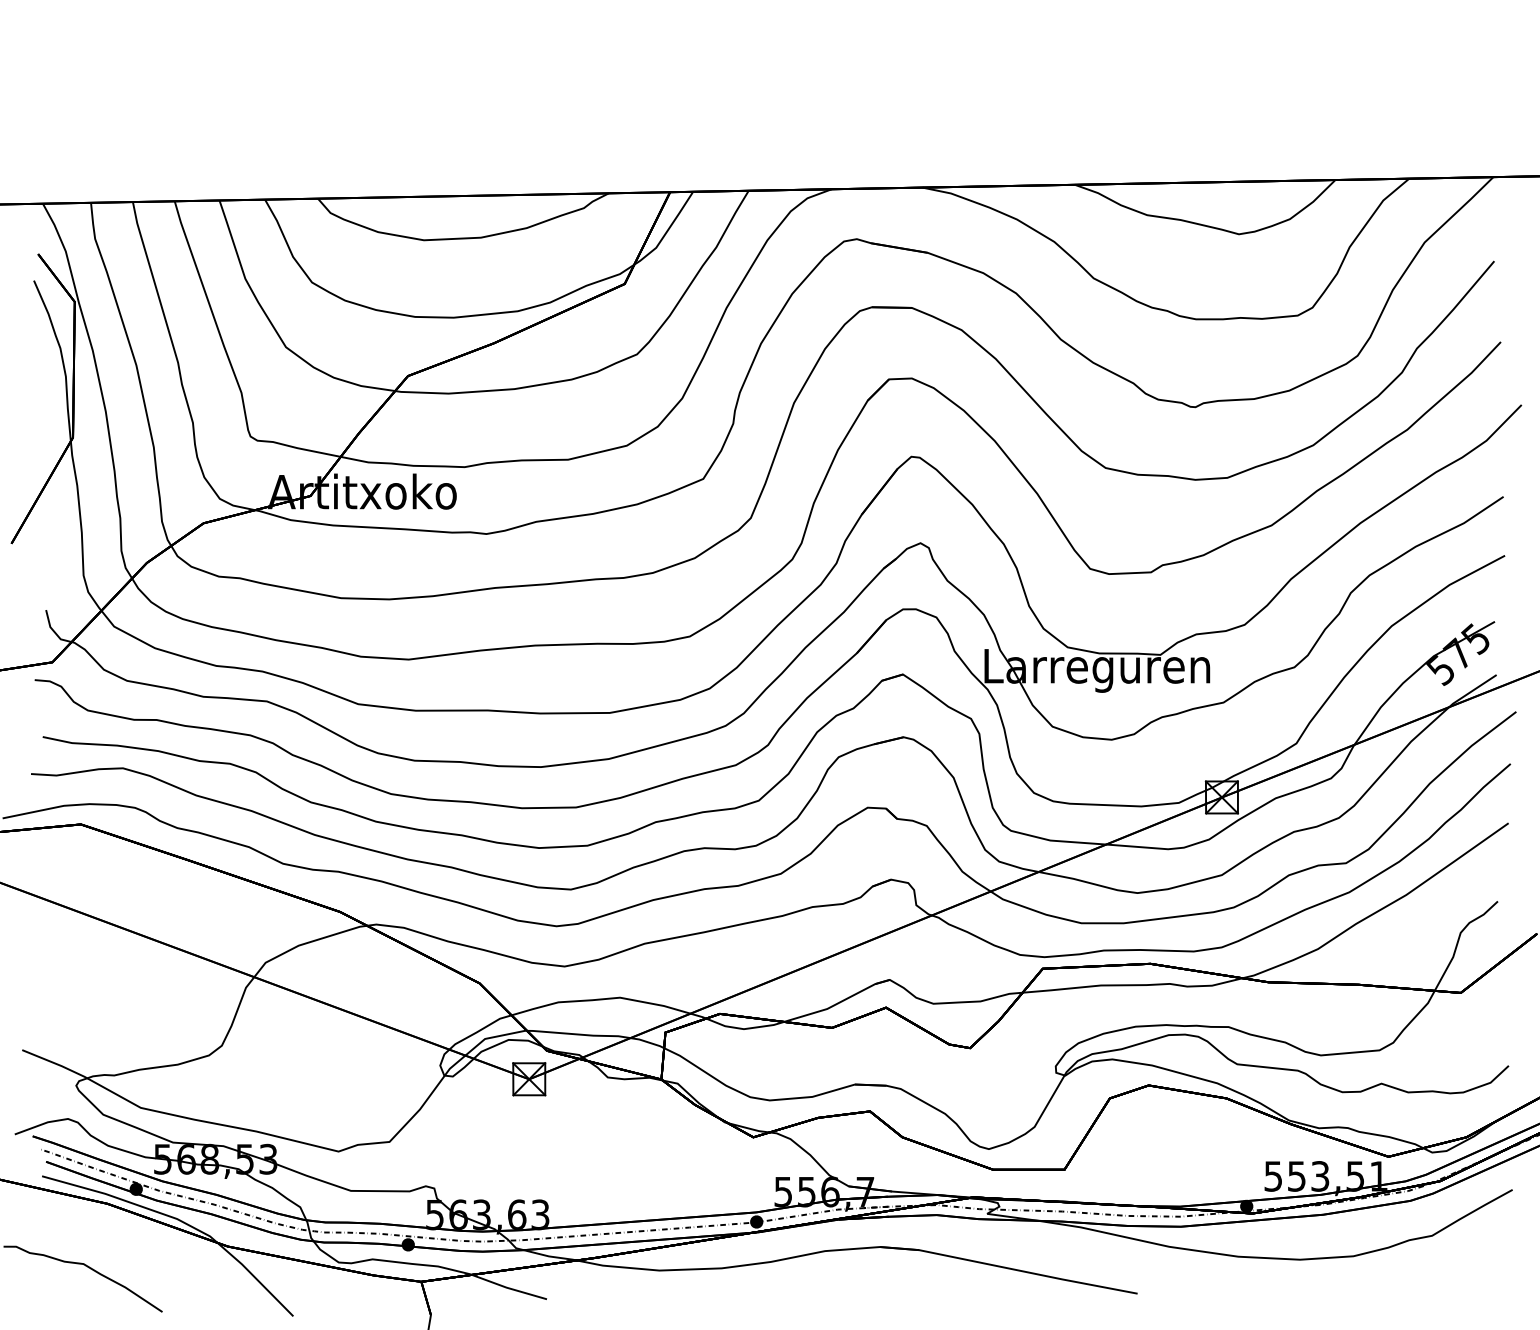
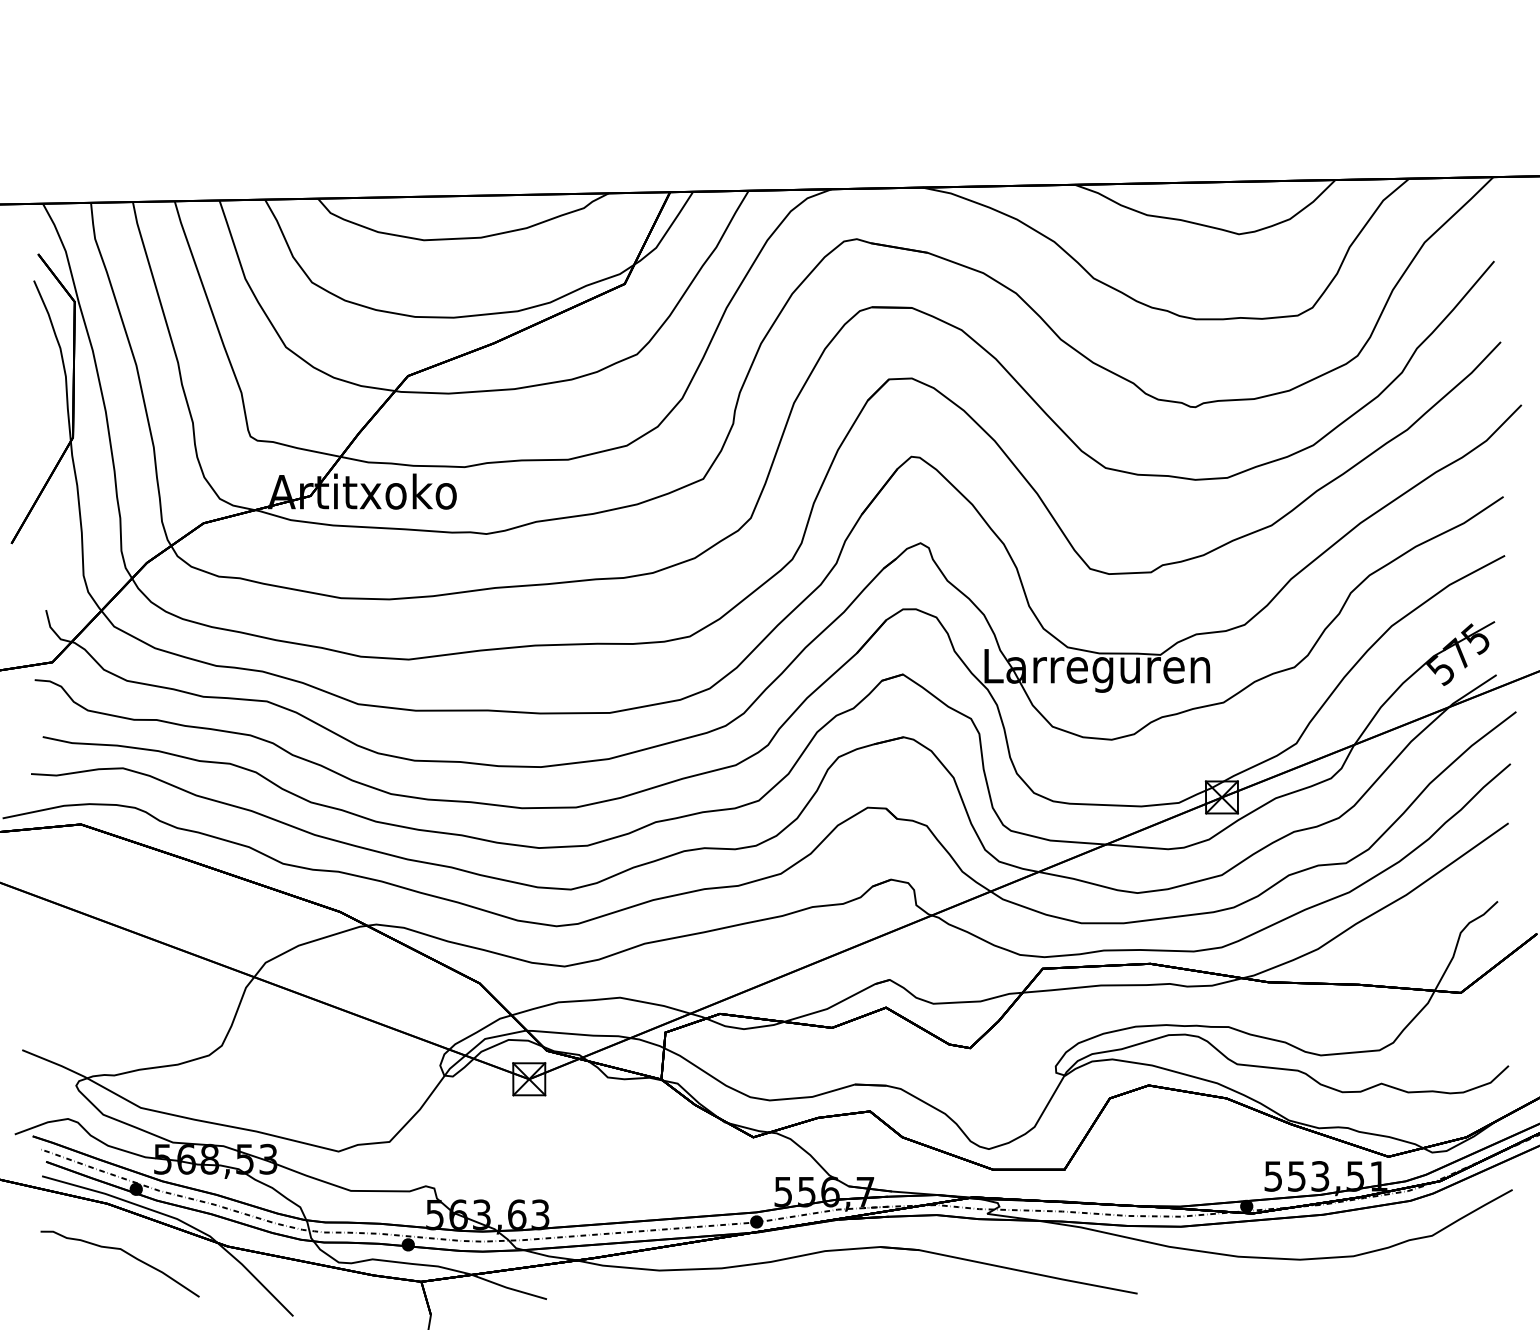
curve at (88, 1268) position: (88, 1268) -> (125, 1253)
